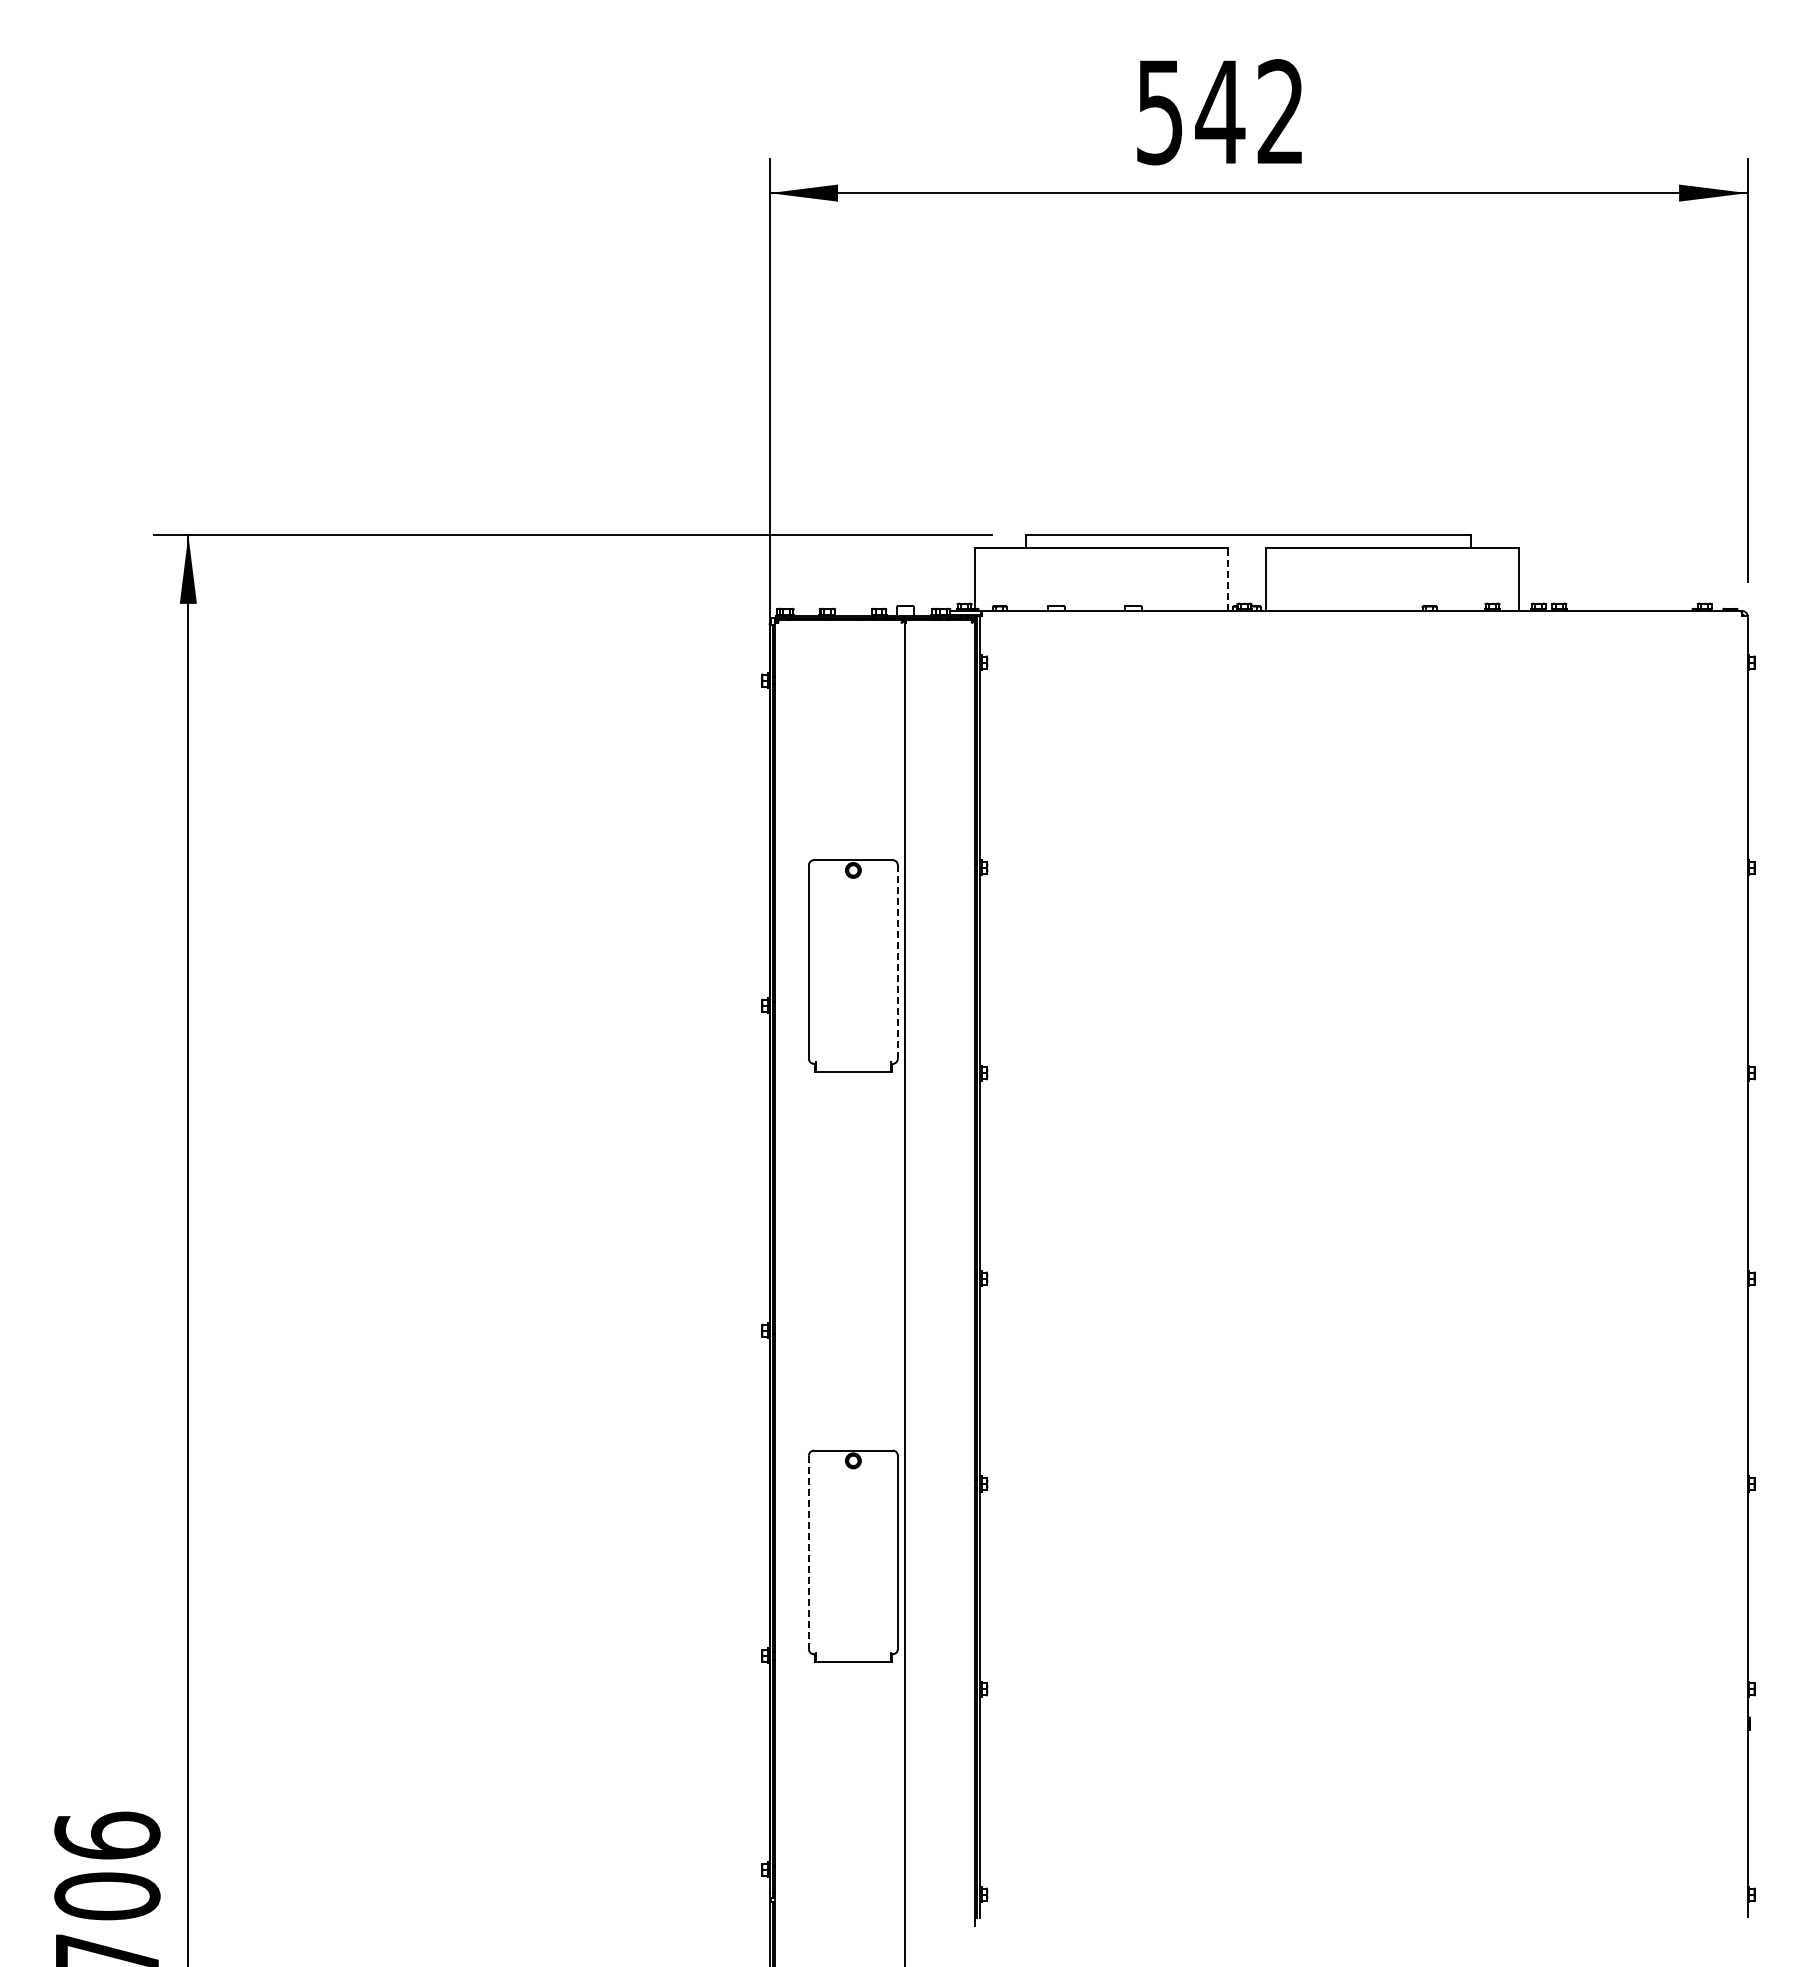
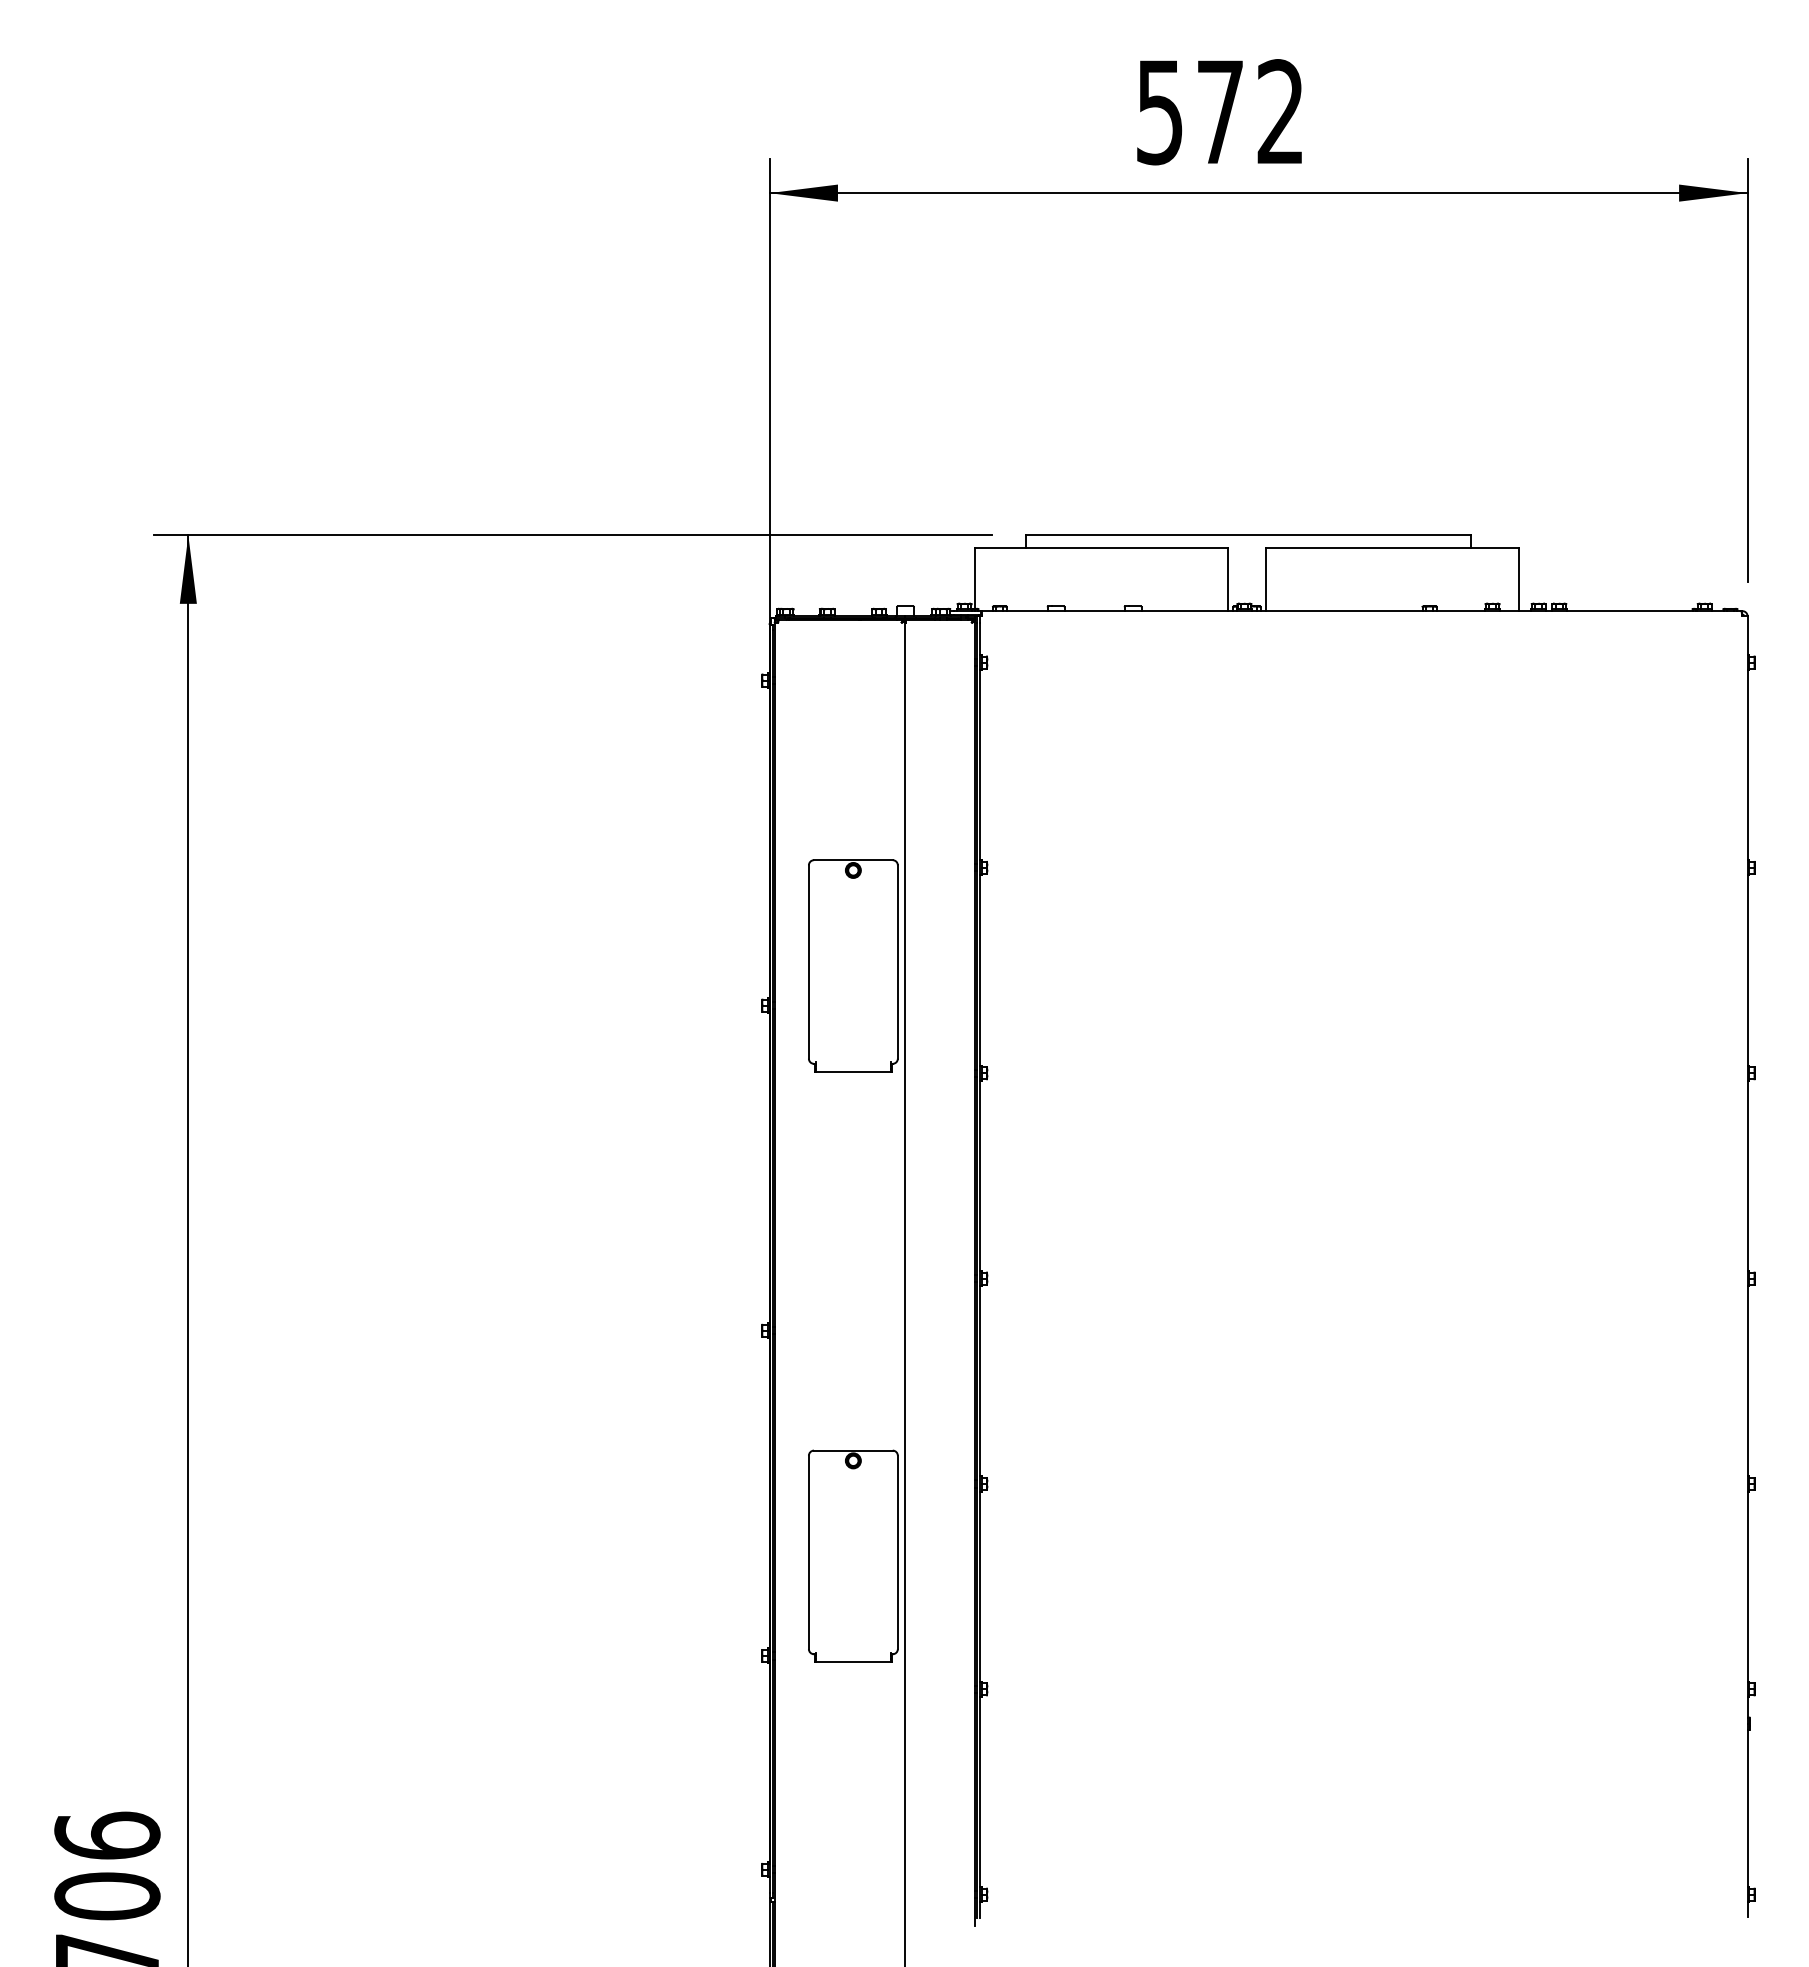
text at (1220, 111): 542 -> 572
line at (1228, 579): dashed -> solid
line at (897, 962): dashed -> solid
line at (808, 1552): dashed -> solid
